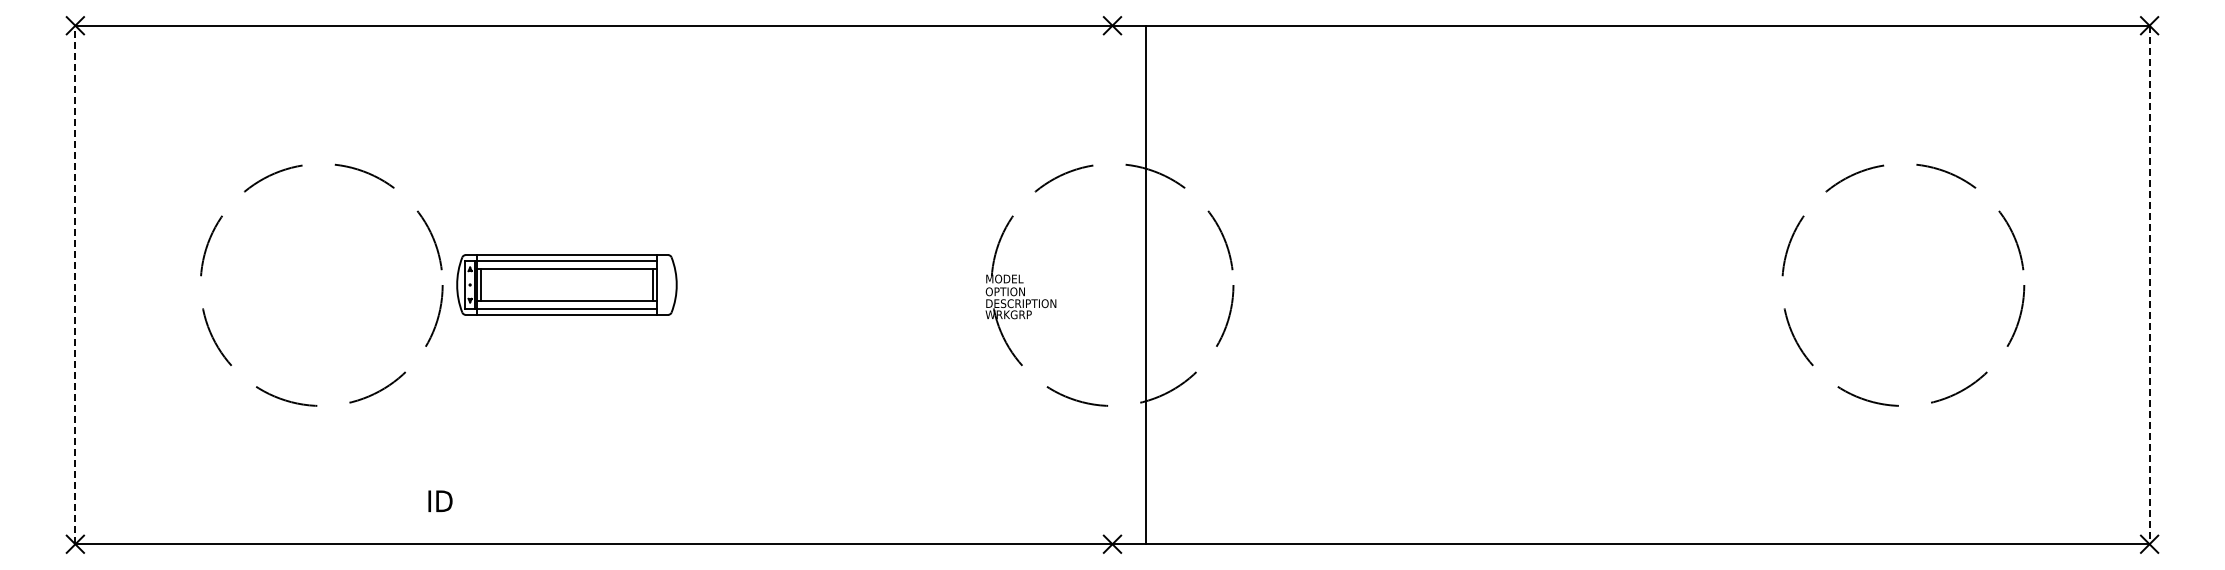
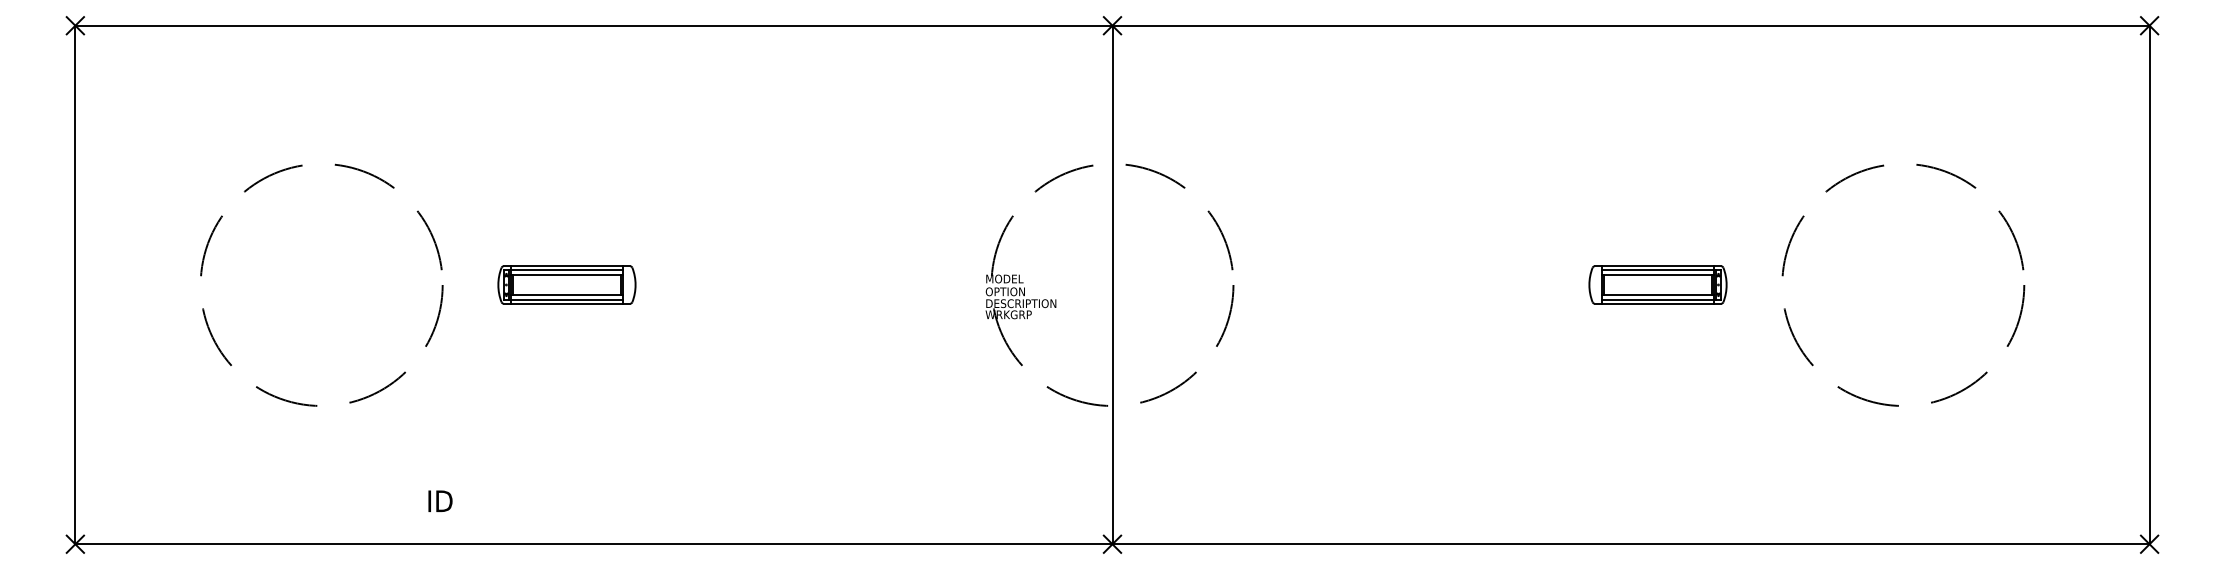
line at (75, 284): dashed -> solid
part at (566, 284) size: 222x62 px -> 140x40 px
line at (1145, 284) position: (1145, 284) -> (1112, 284)
part at (1657, 284): none -> present
line at (2149, 285): dashed -> solid
